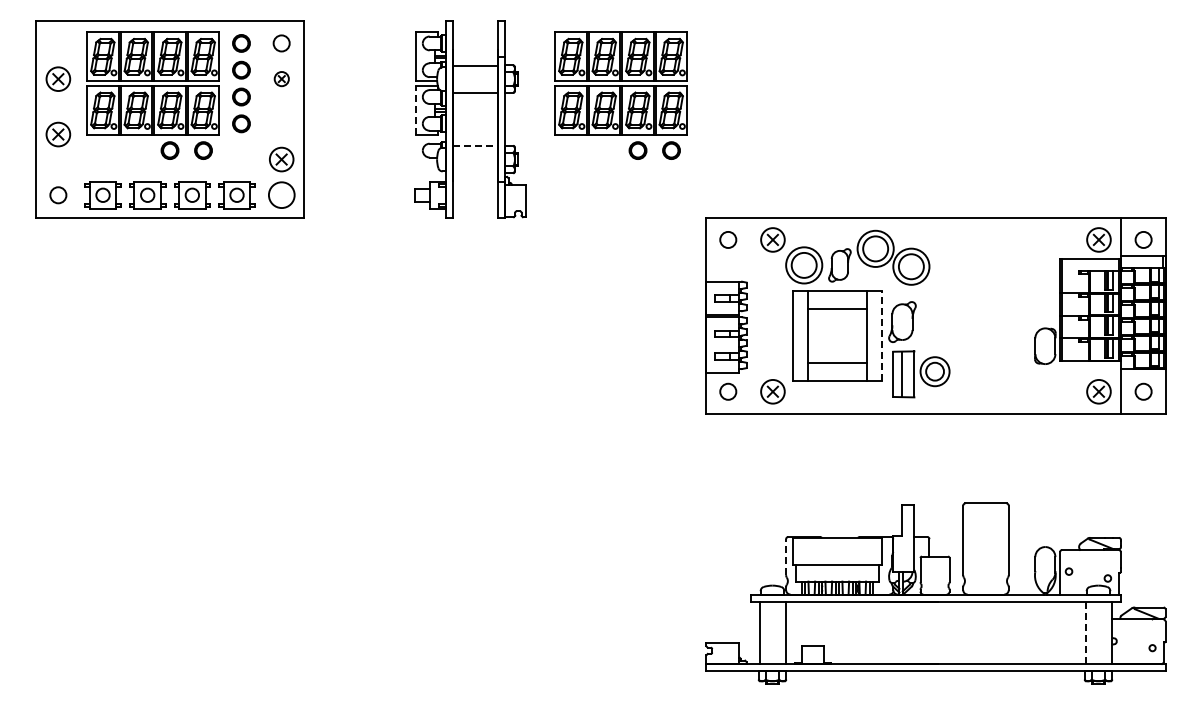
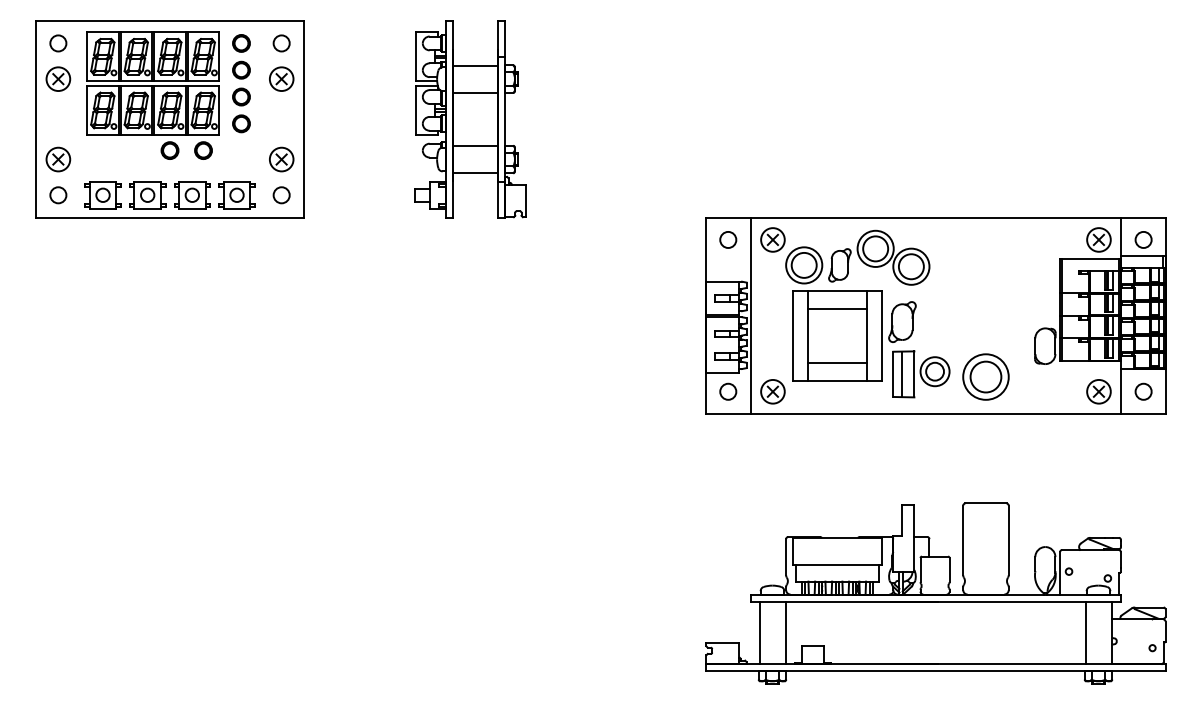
circle at (58, 43): none -> present
part at (281, 79) size: 17x17 px -> 26x26 px
part at (620, 95): present -> none
line at (415, 110): dashed -> solid
part at (58, 134) position: (58, 134) -> (58, 159)
line at (476, 146): dashed -> solid
line at (475, 172): none -> present
circle at (281, 194) size: 28x28 px -> 19x19 px
line at (750, 315): none -> present
line at (881, 335): dashed -> solid
part at (985, 376): none -> present
line at (786, 557): dashed -> solid
line at (1085, 633): dashed -> solid
